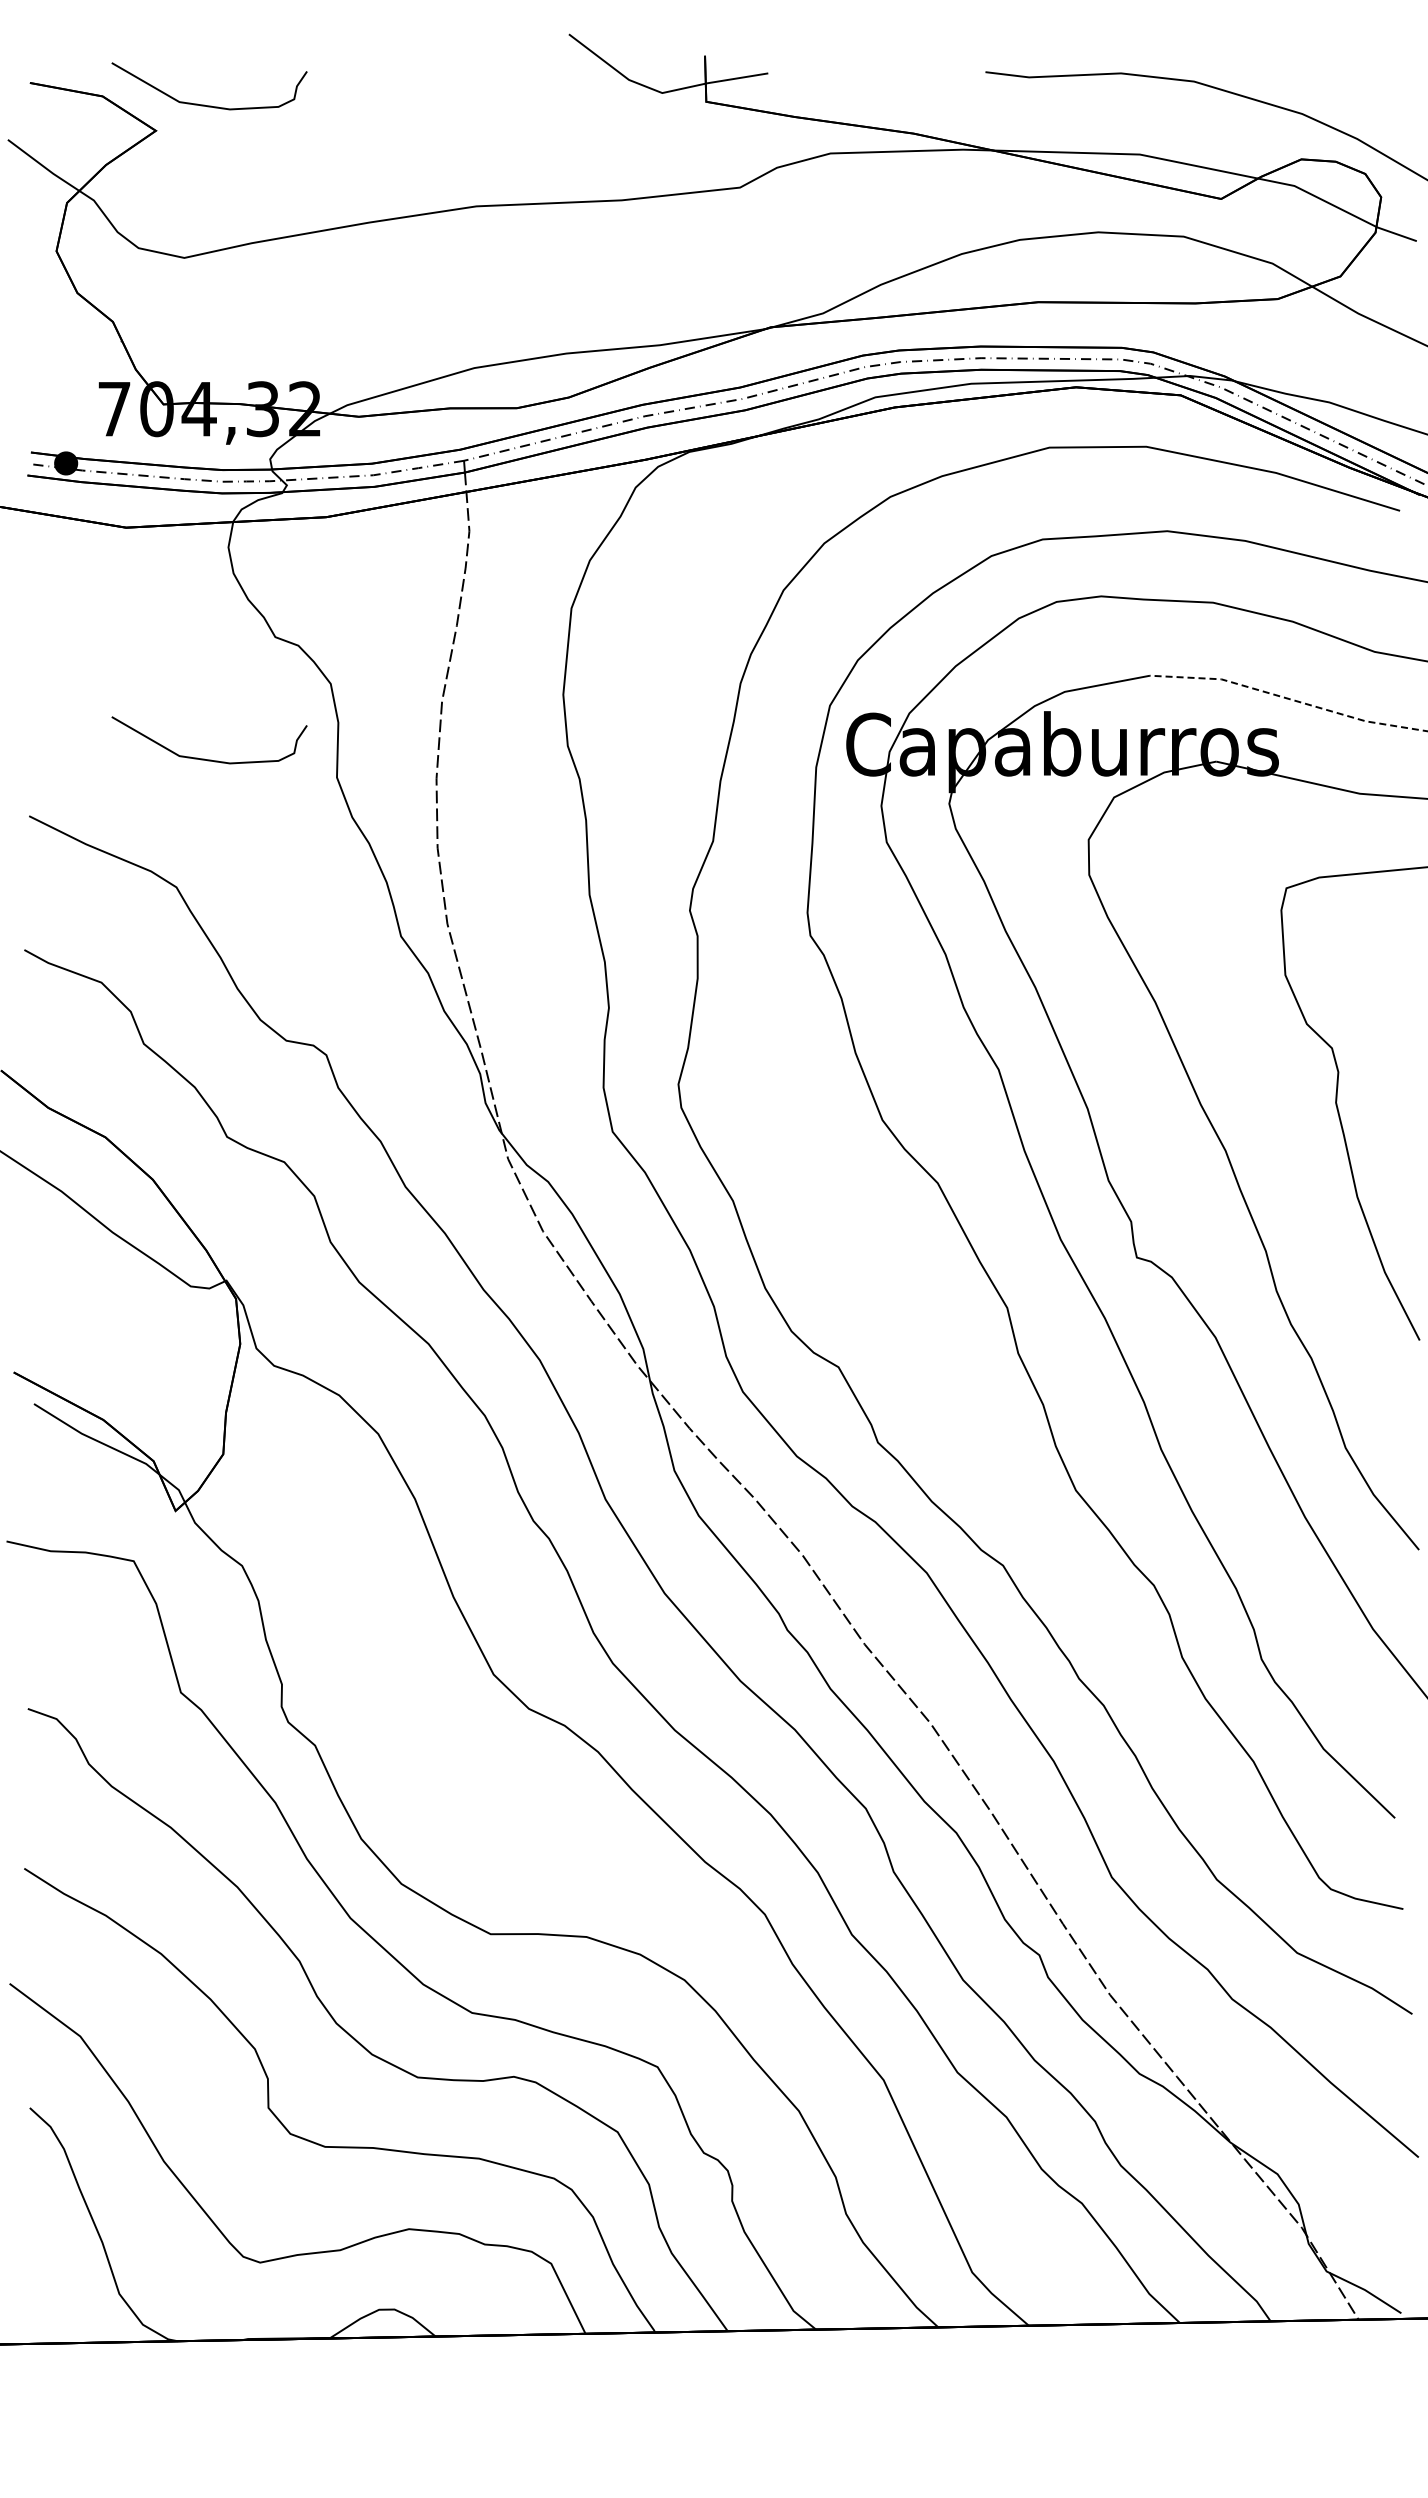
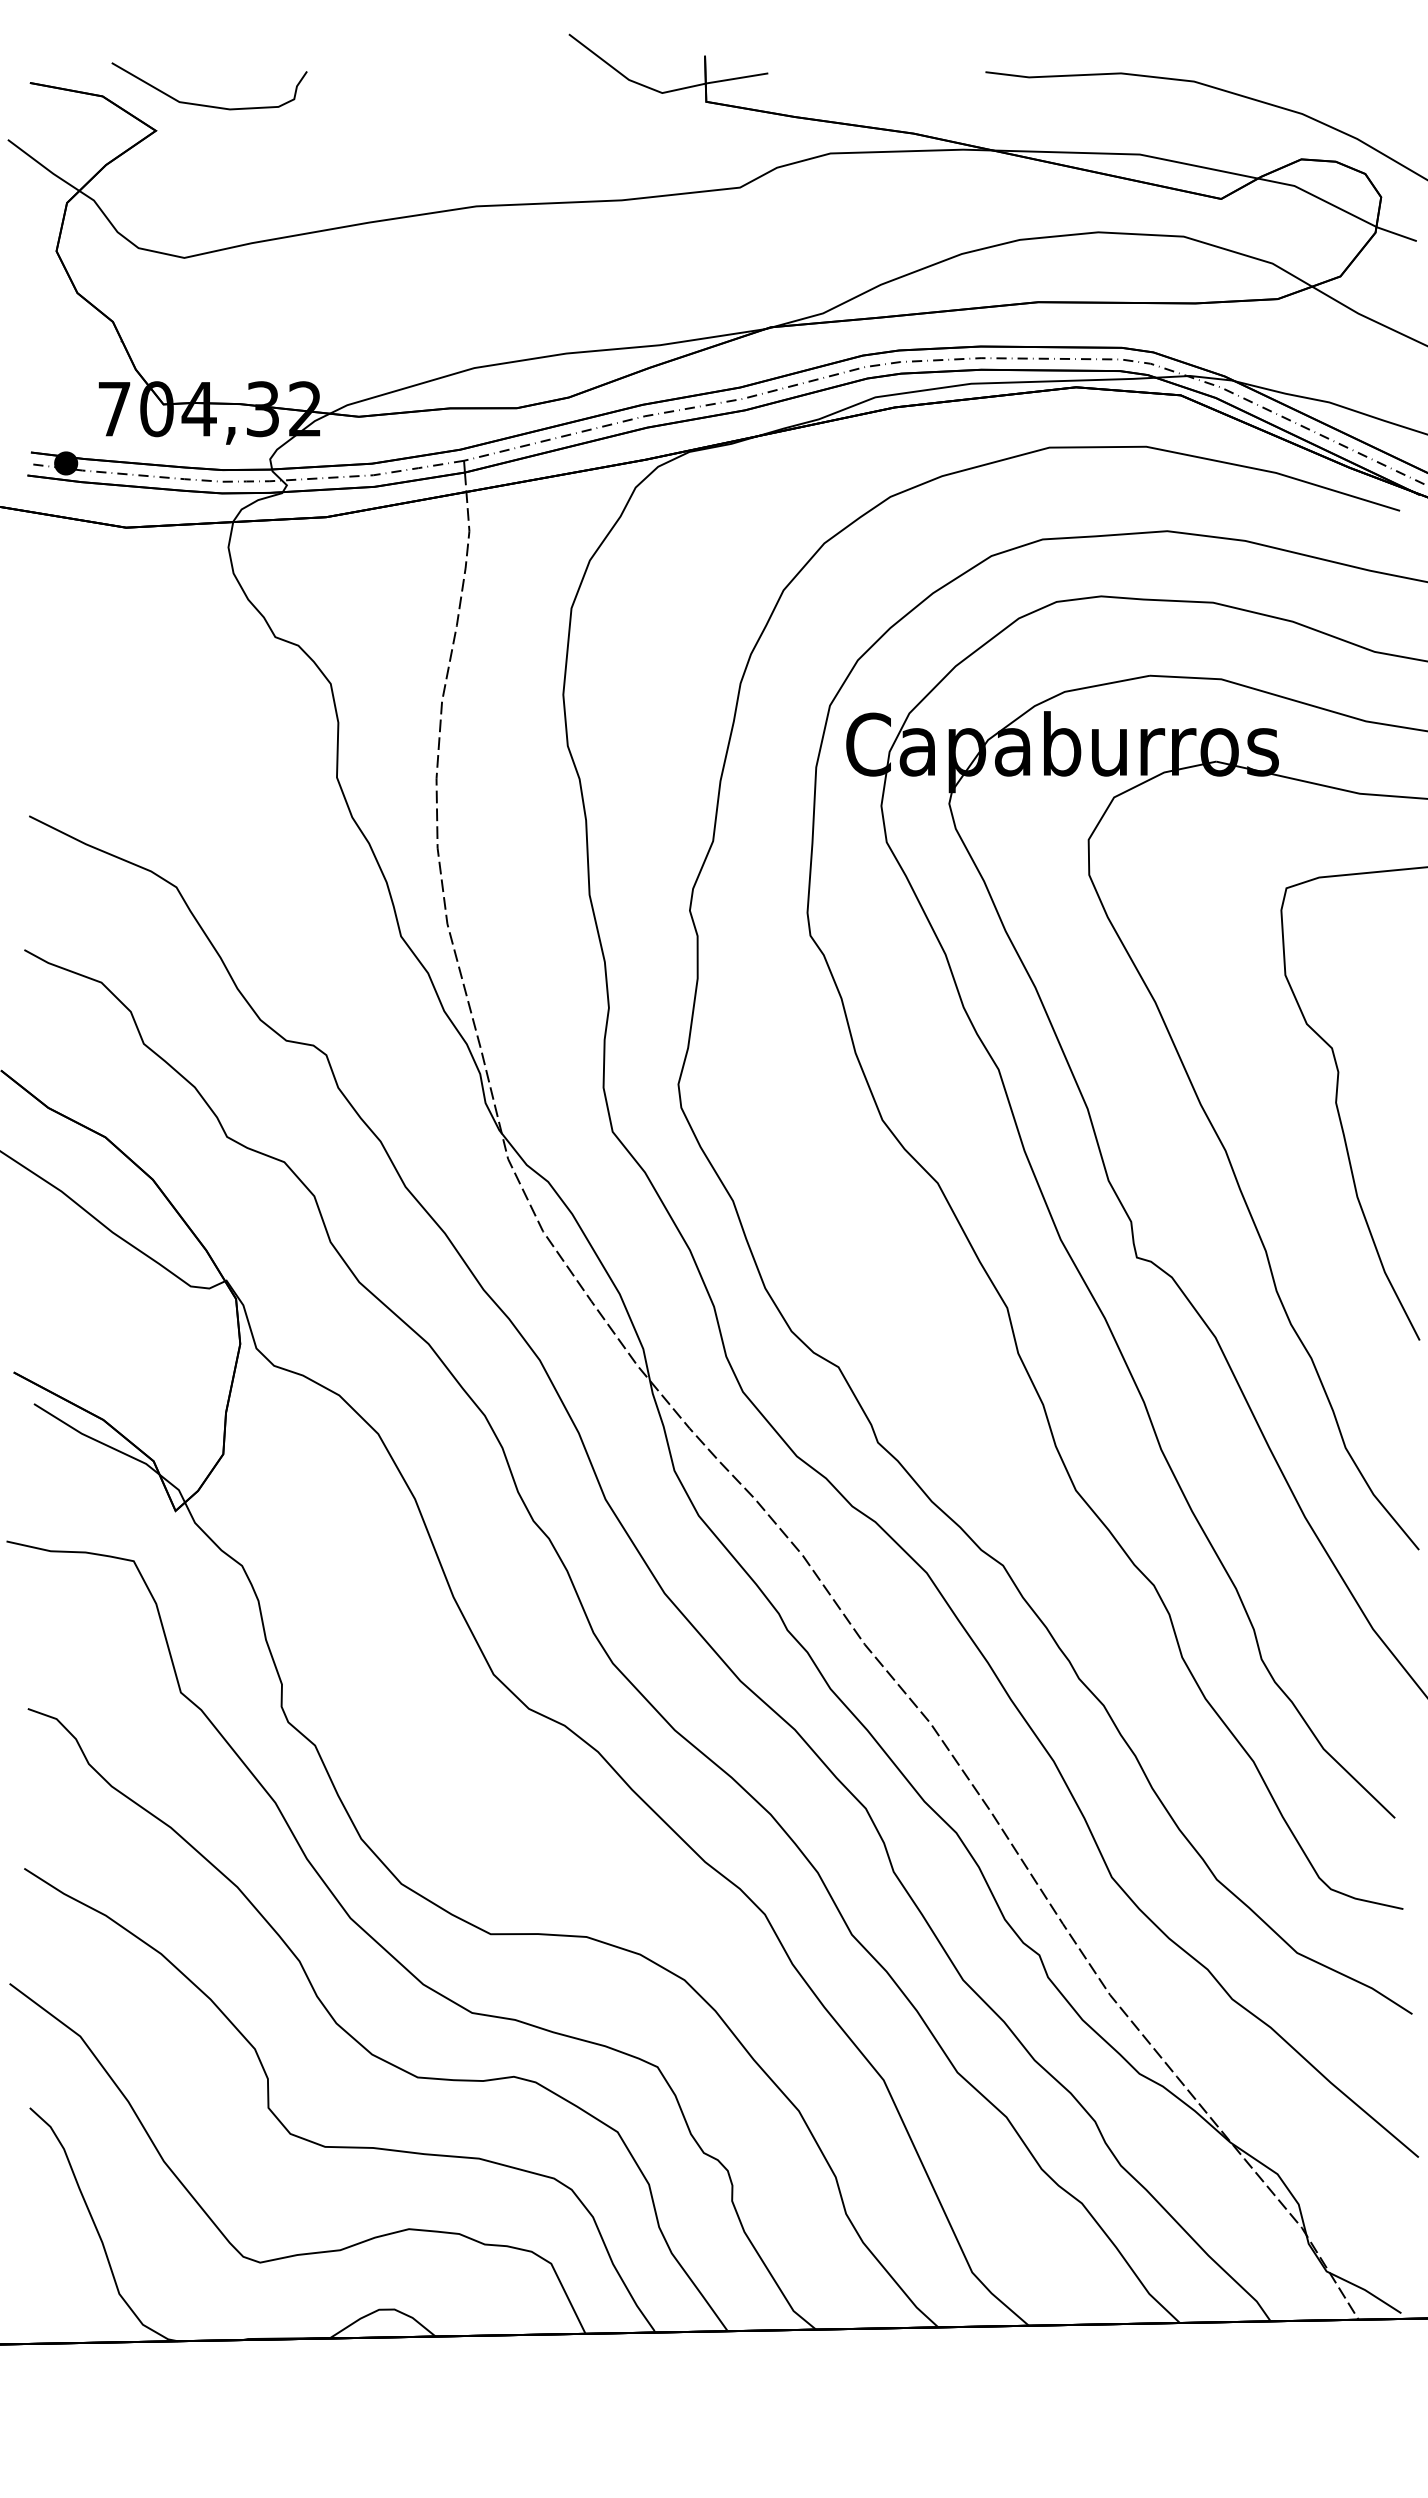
line at (1288, 698): dashed -> solid
curve at (204, 758): present -> none
